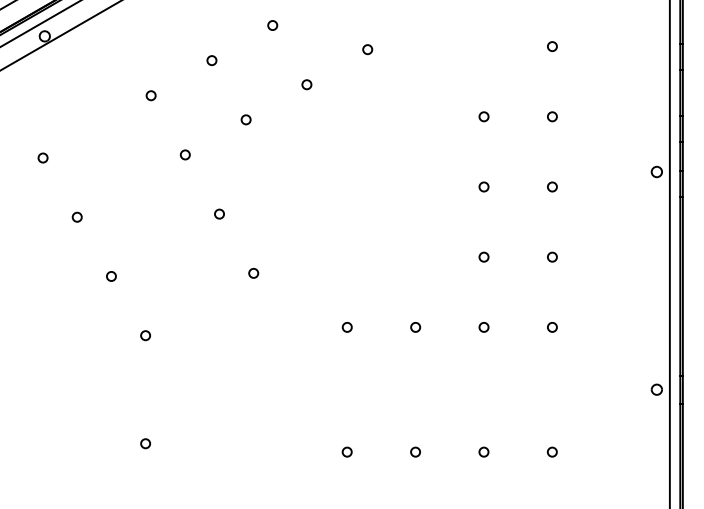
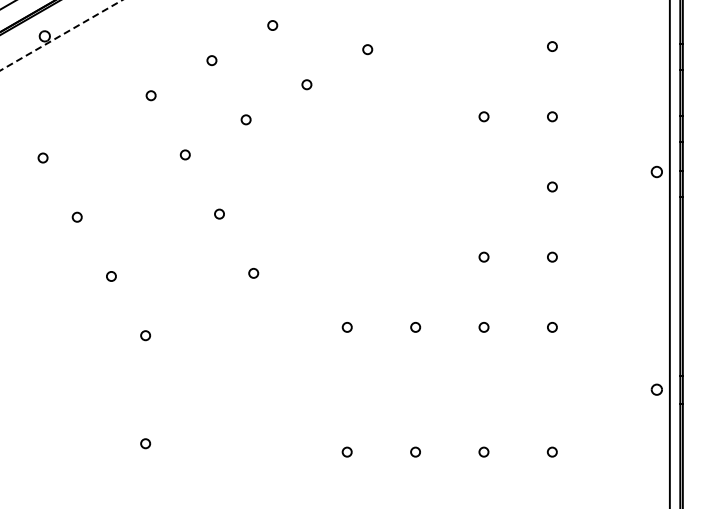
line at (40, 23): present -> none
line at (60, 35): solid -> dashed
circle at (483, 186): present -> none
